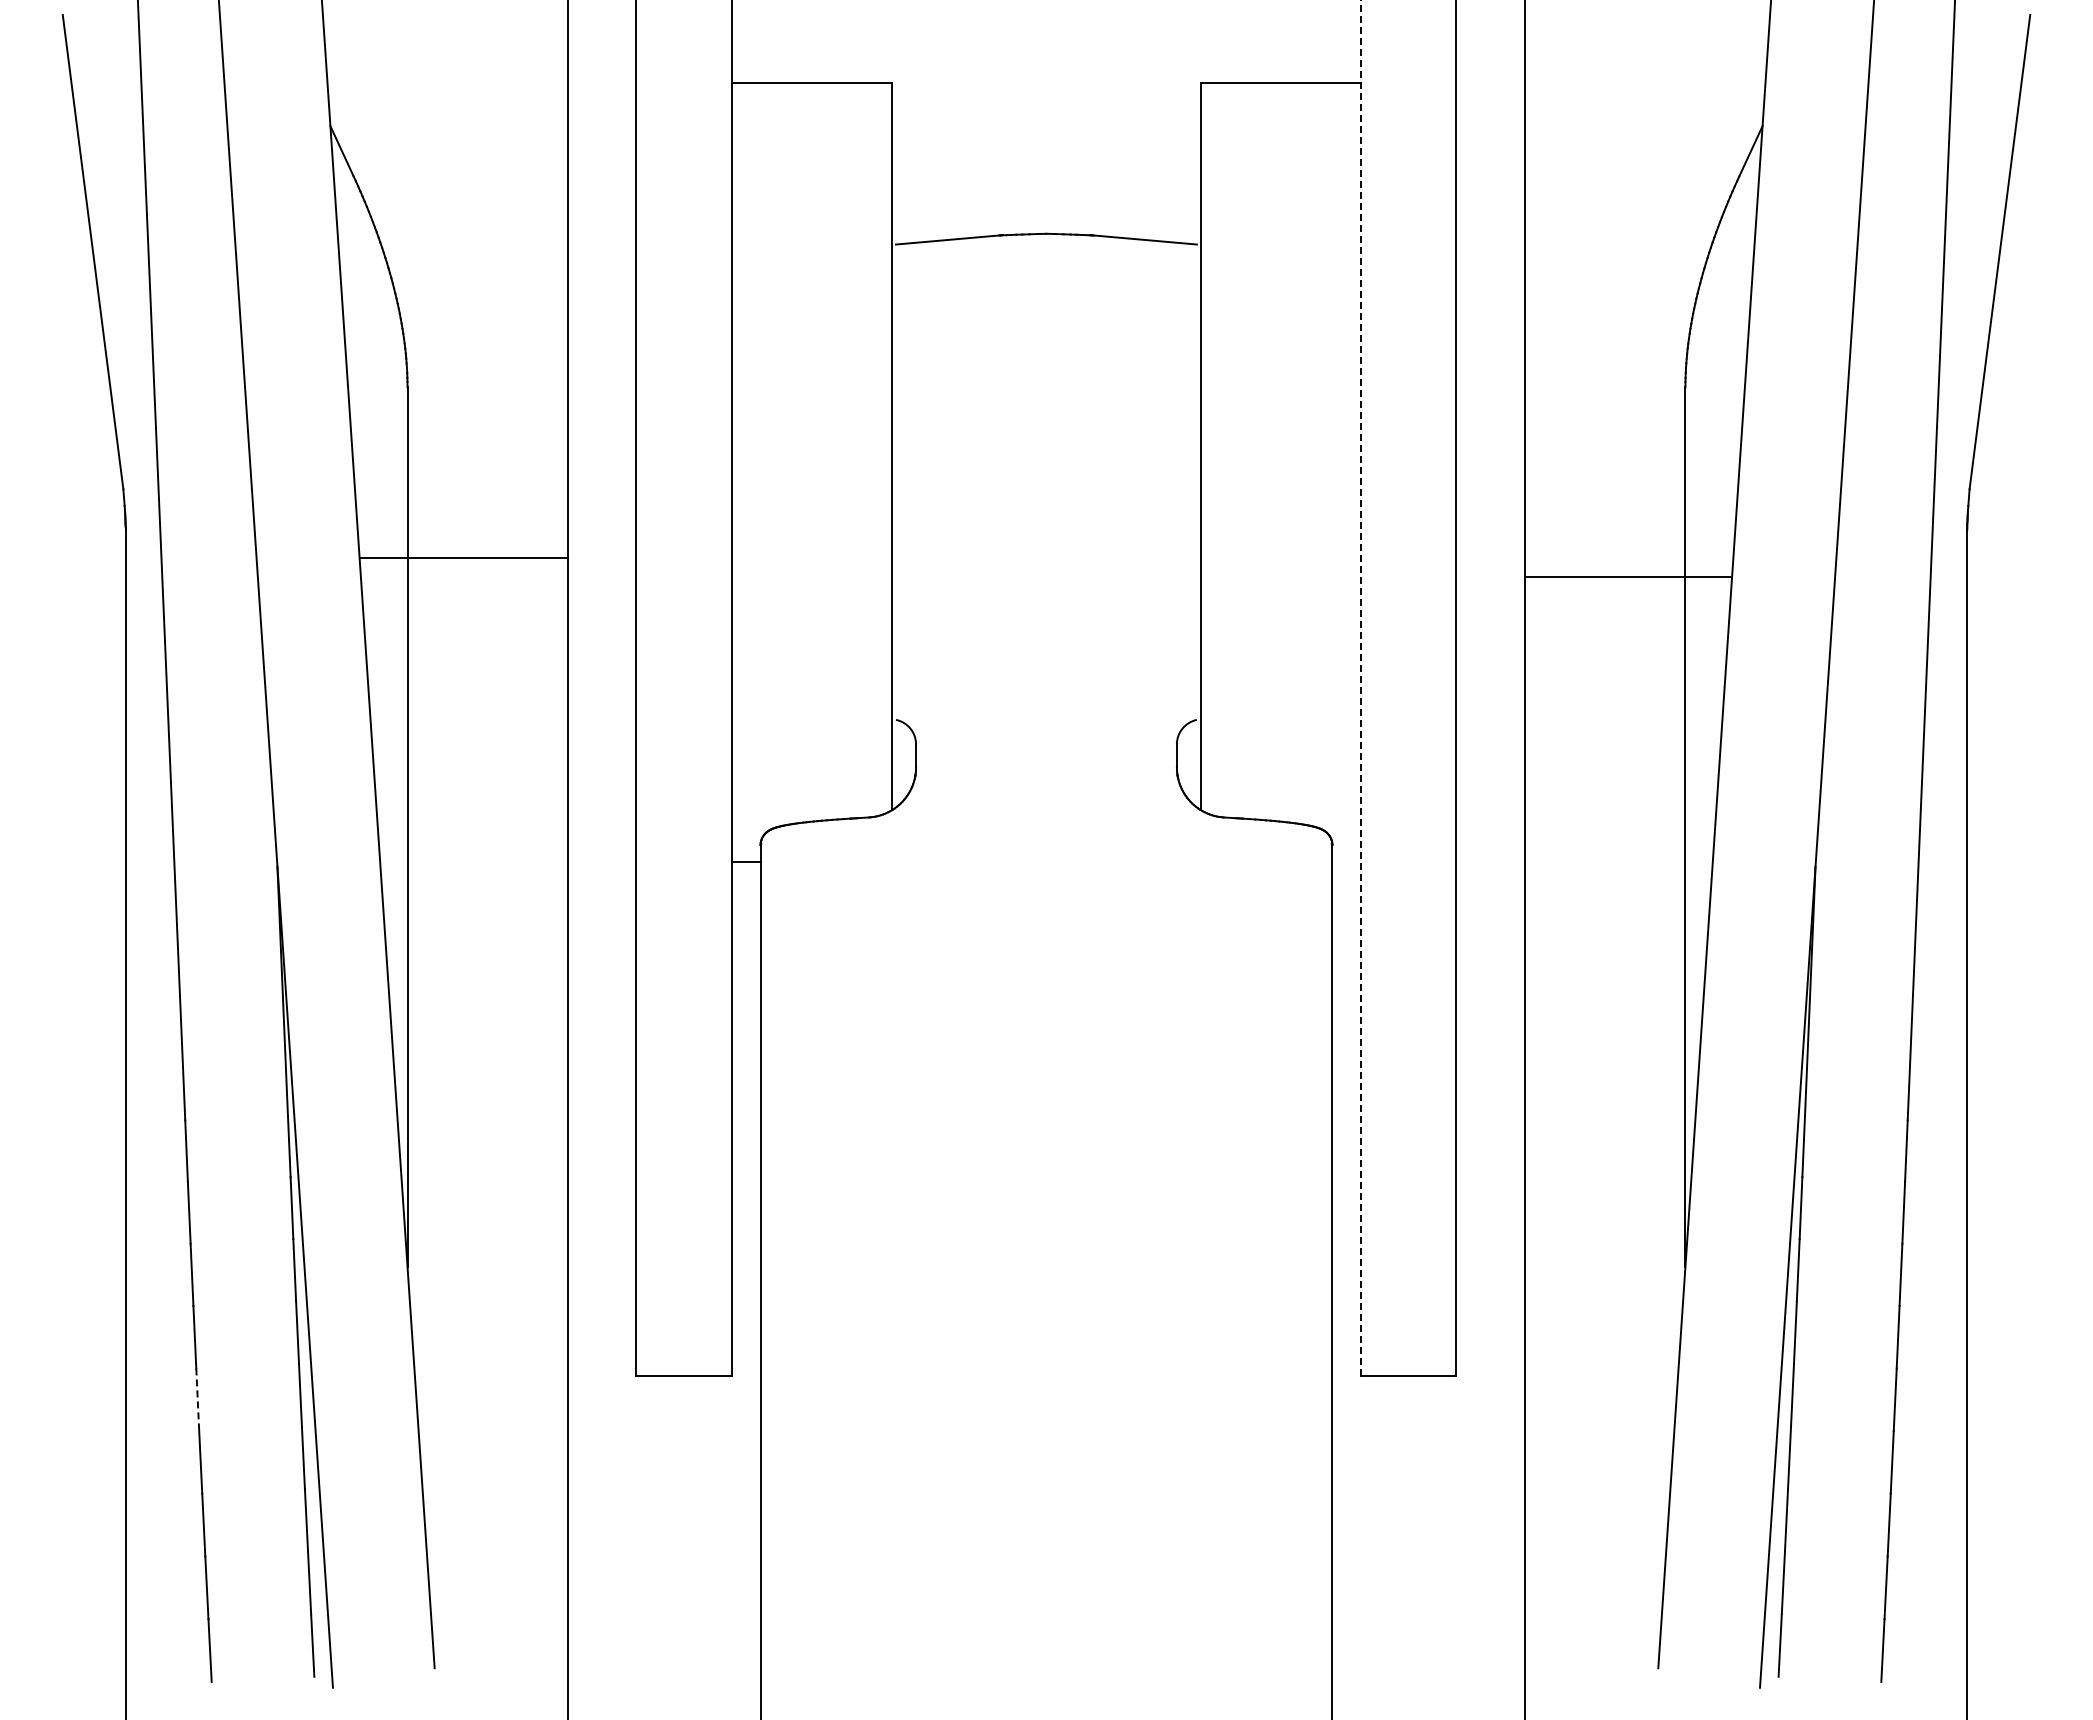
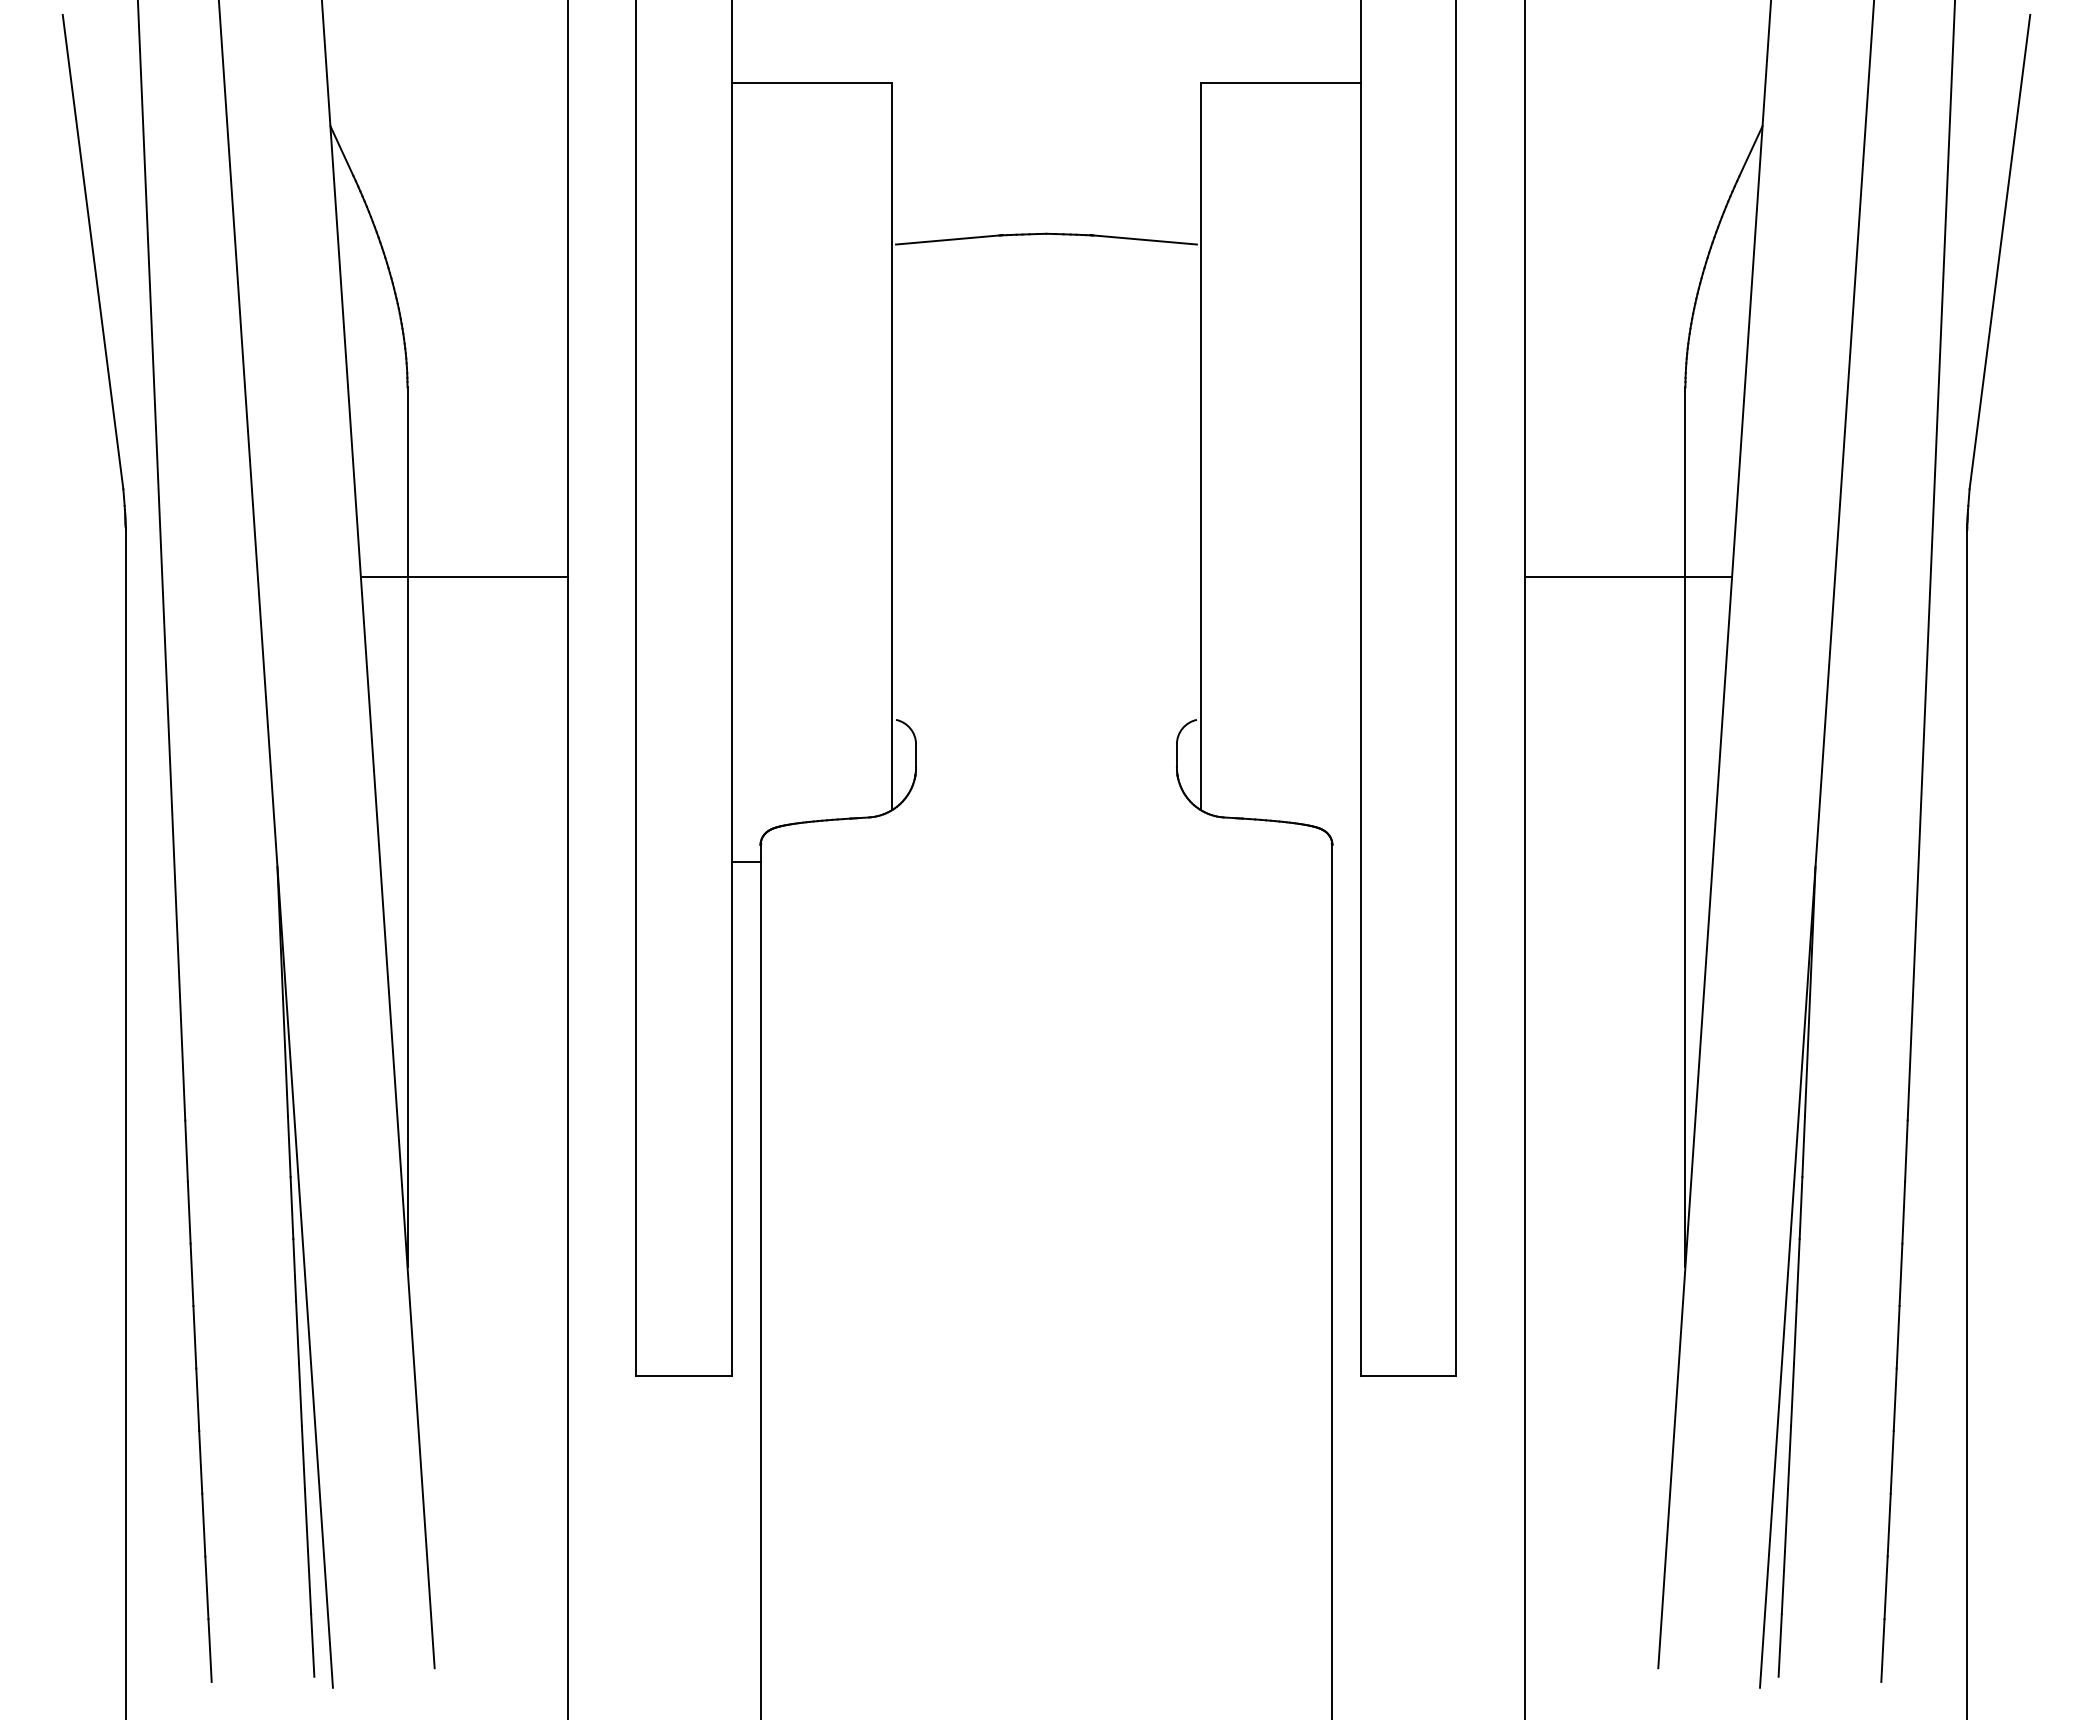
line at (463, 557) position: (463, 557) -> (463, 576)
line at (1361, 687): dashed -> solid
line at (197, 1400): dashed -> solid
